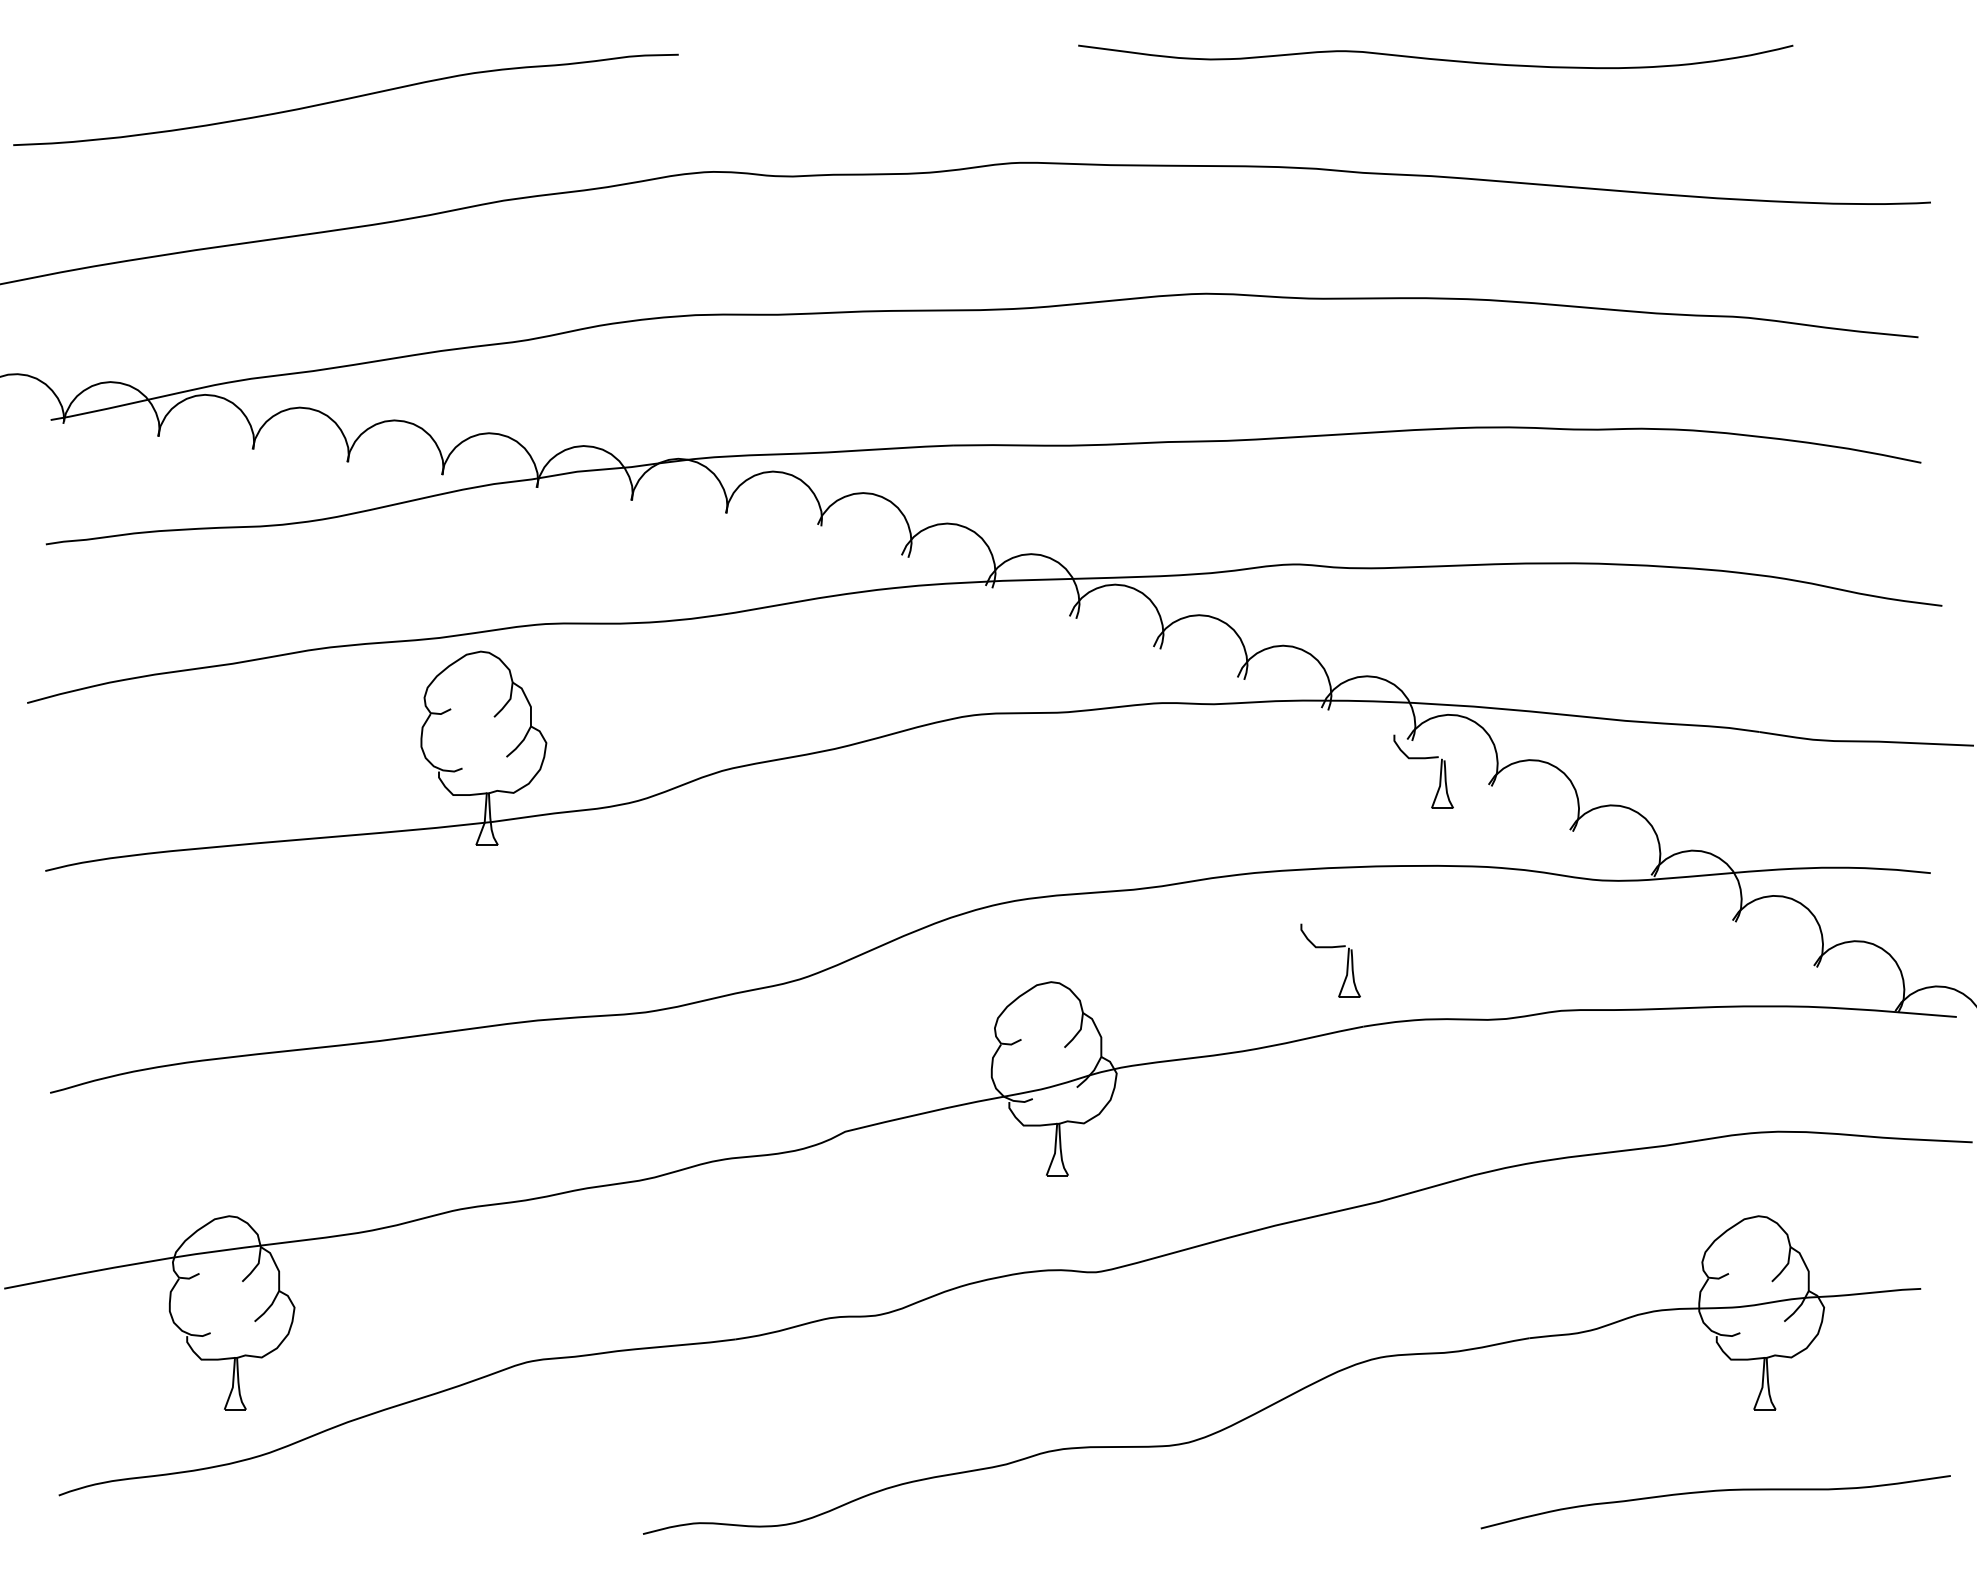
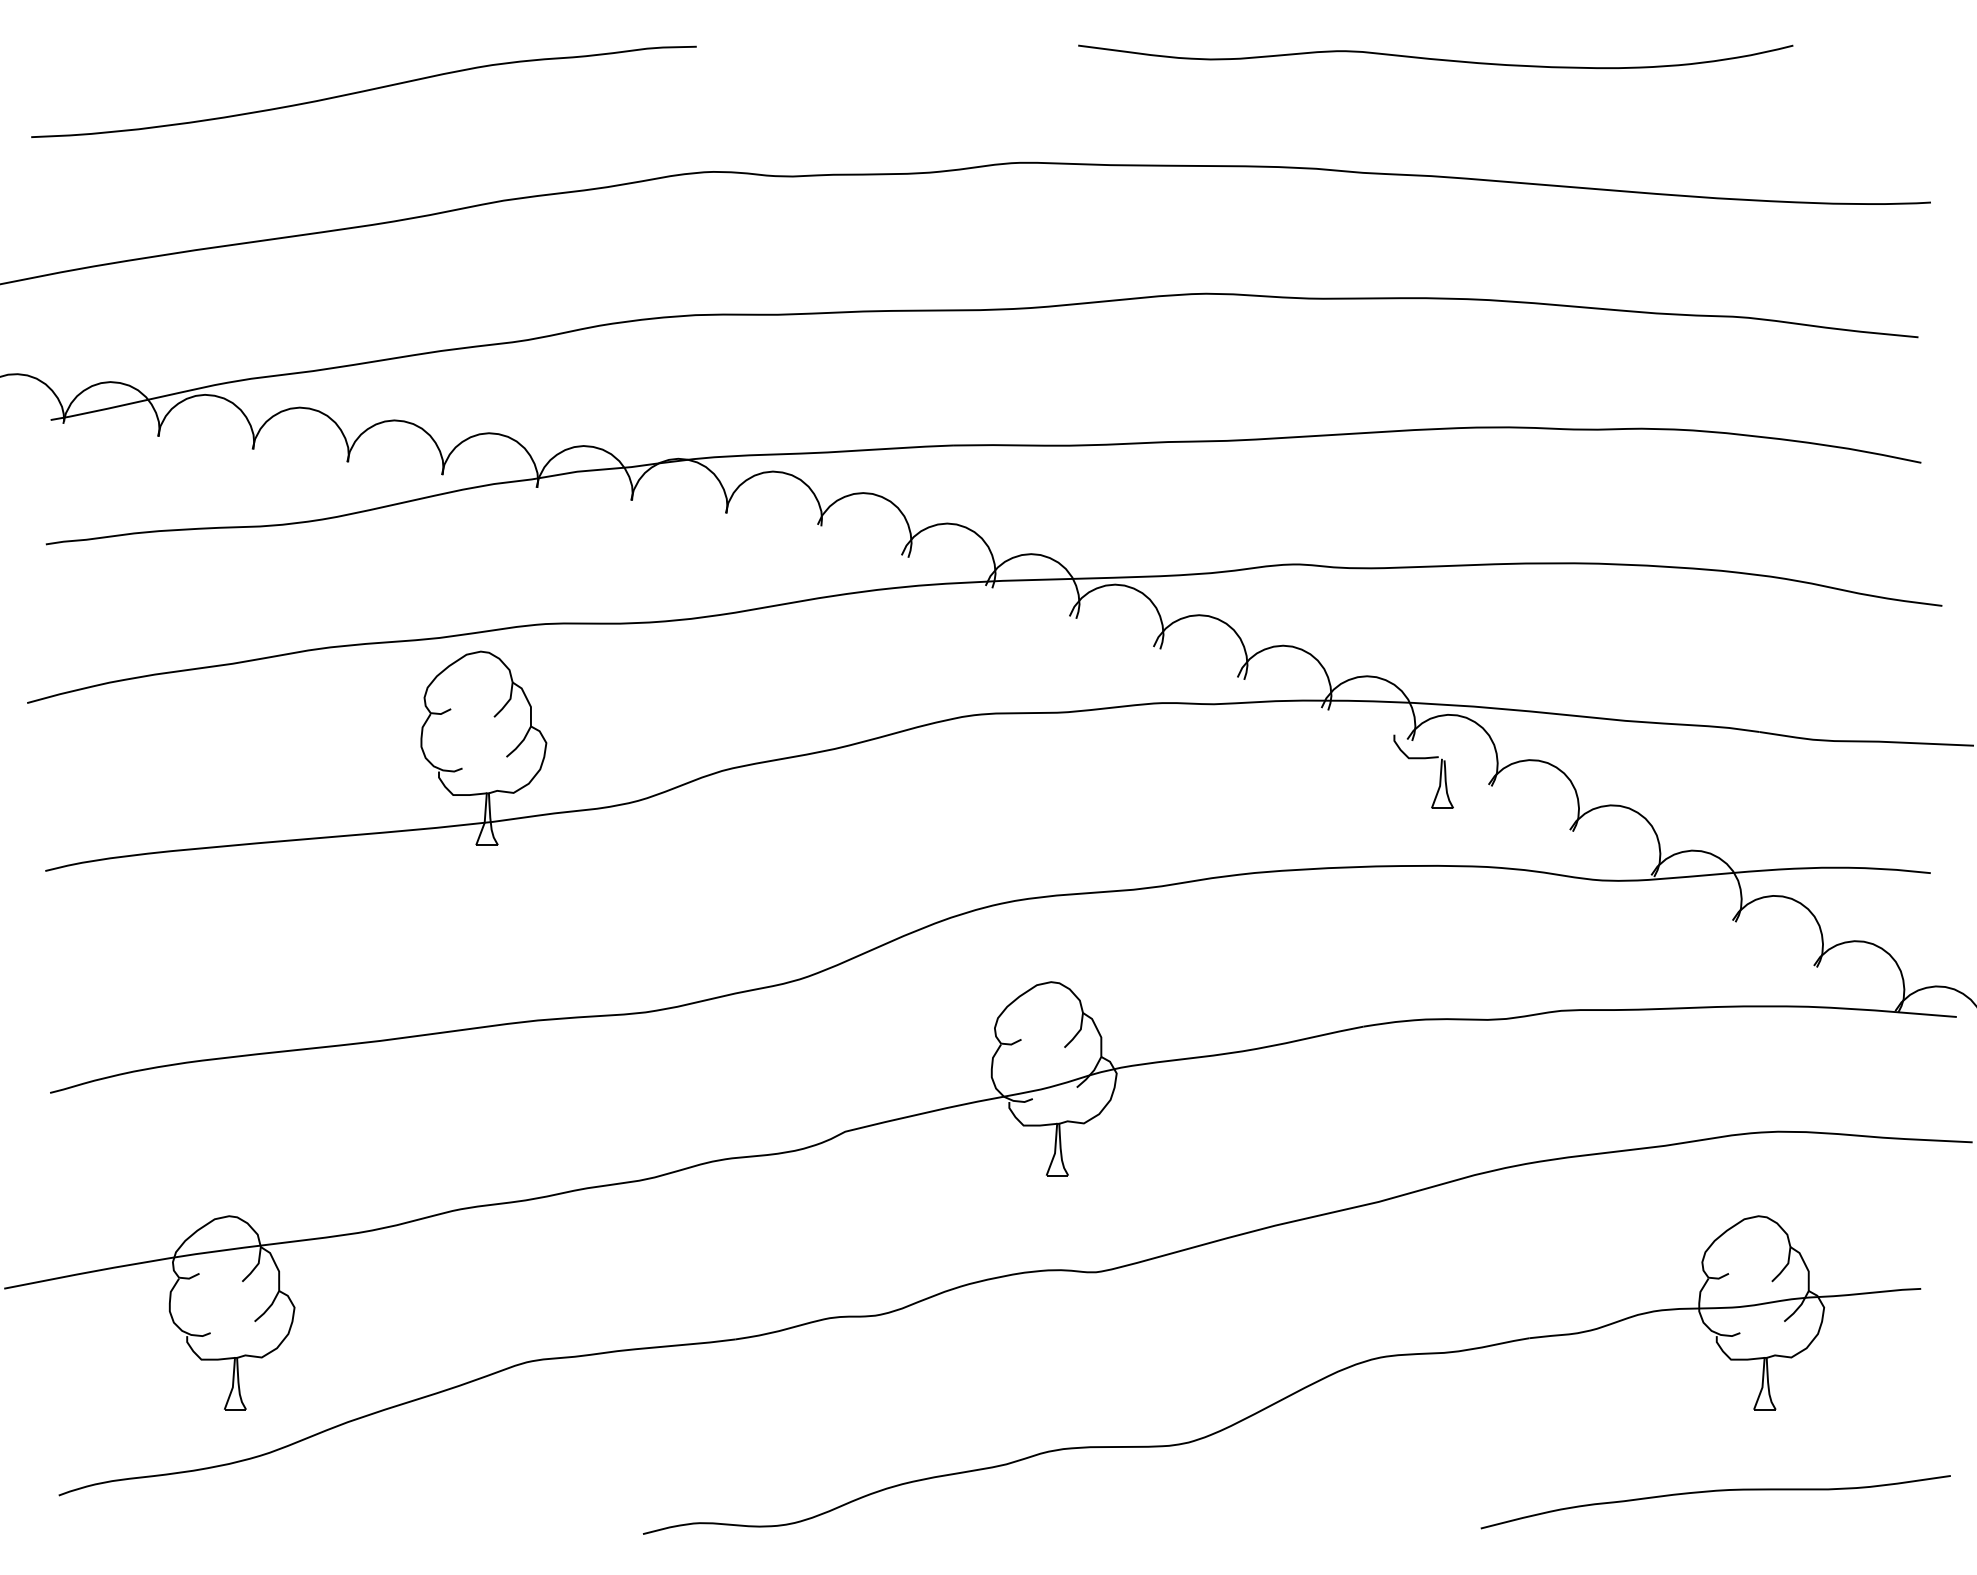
curve at (345, 99) position: (345, 99) -> (363, 91)
part at (1330, 948): present -> none
